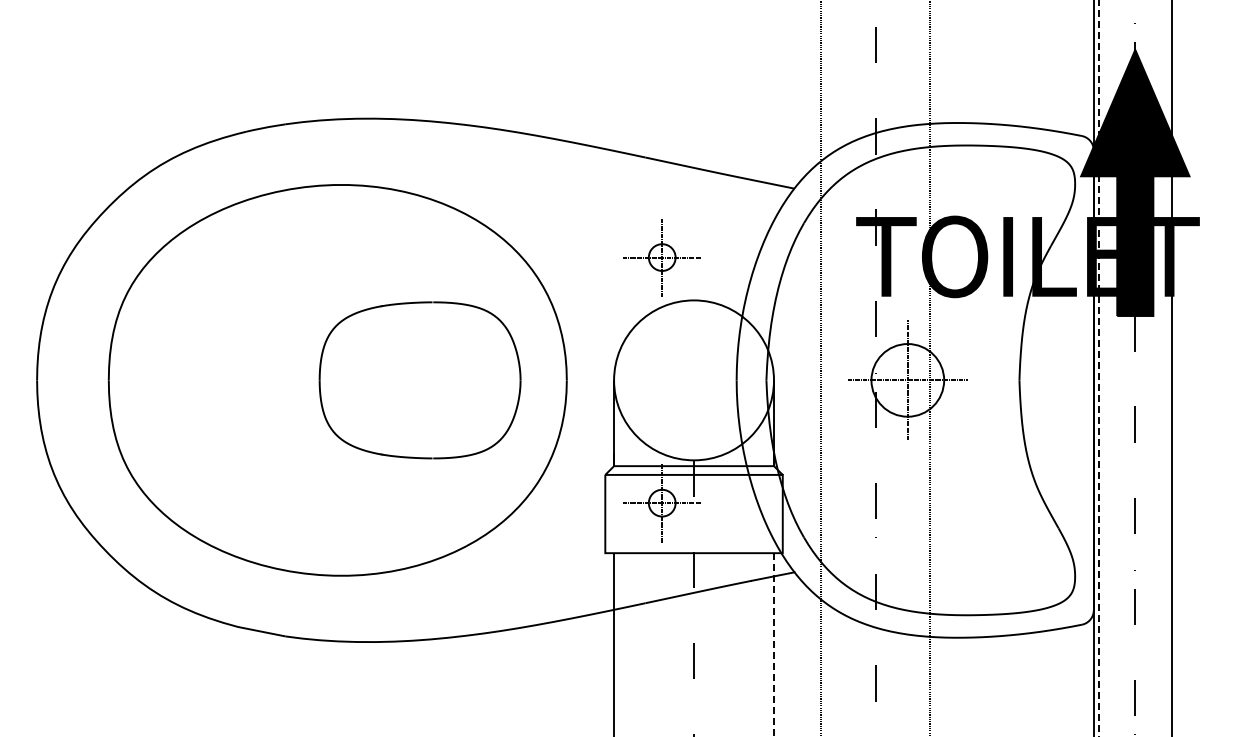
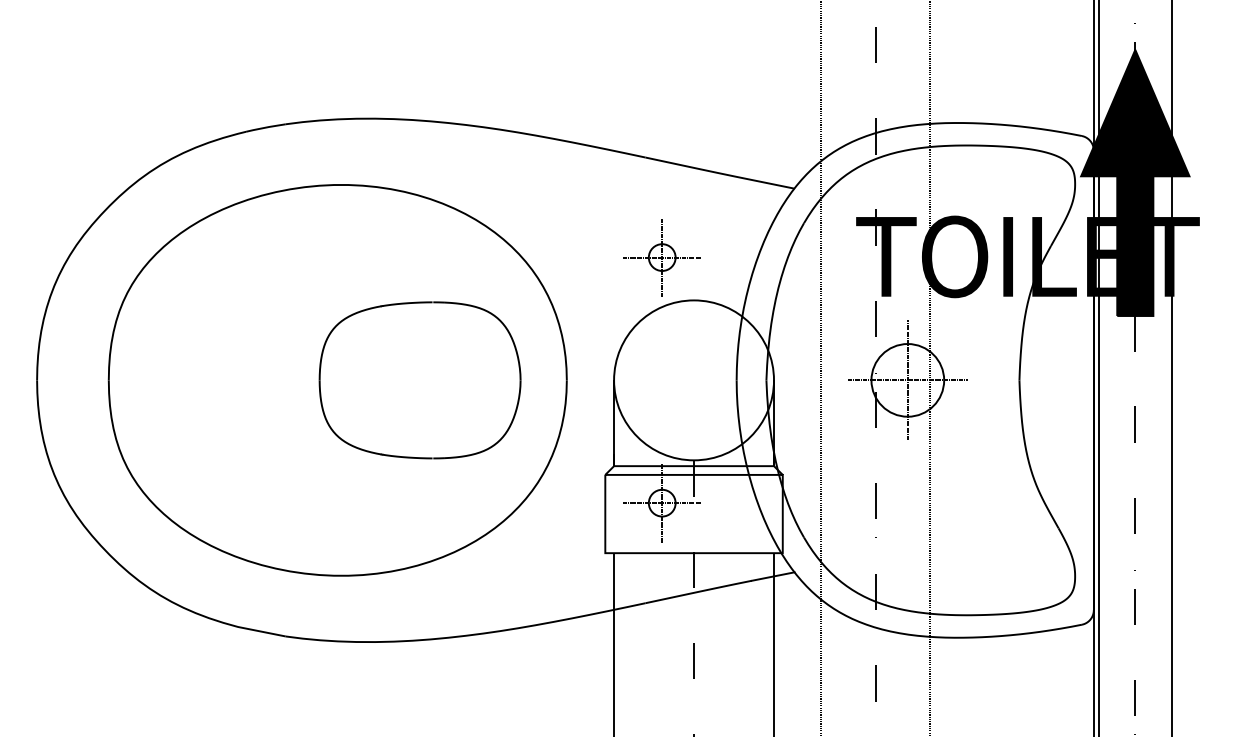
line at (1098, 368): dashed -> solid
line at (774, 645): dashed -> solid
